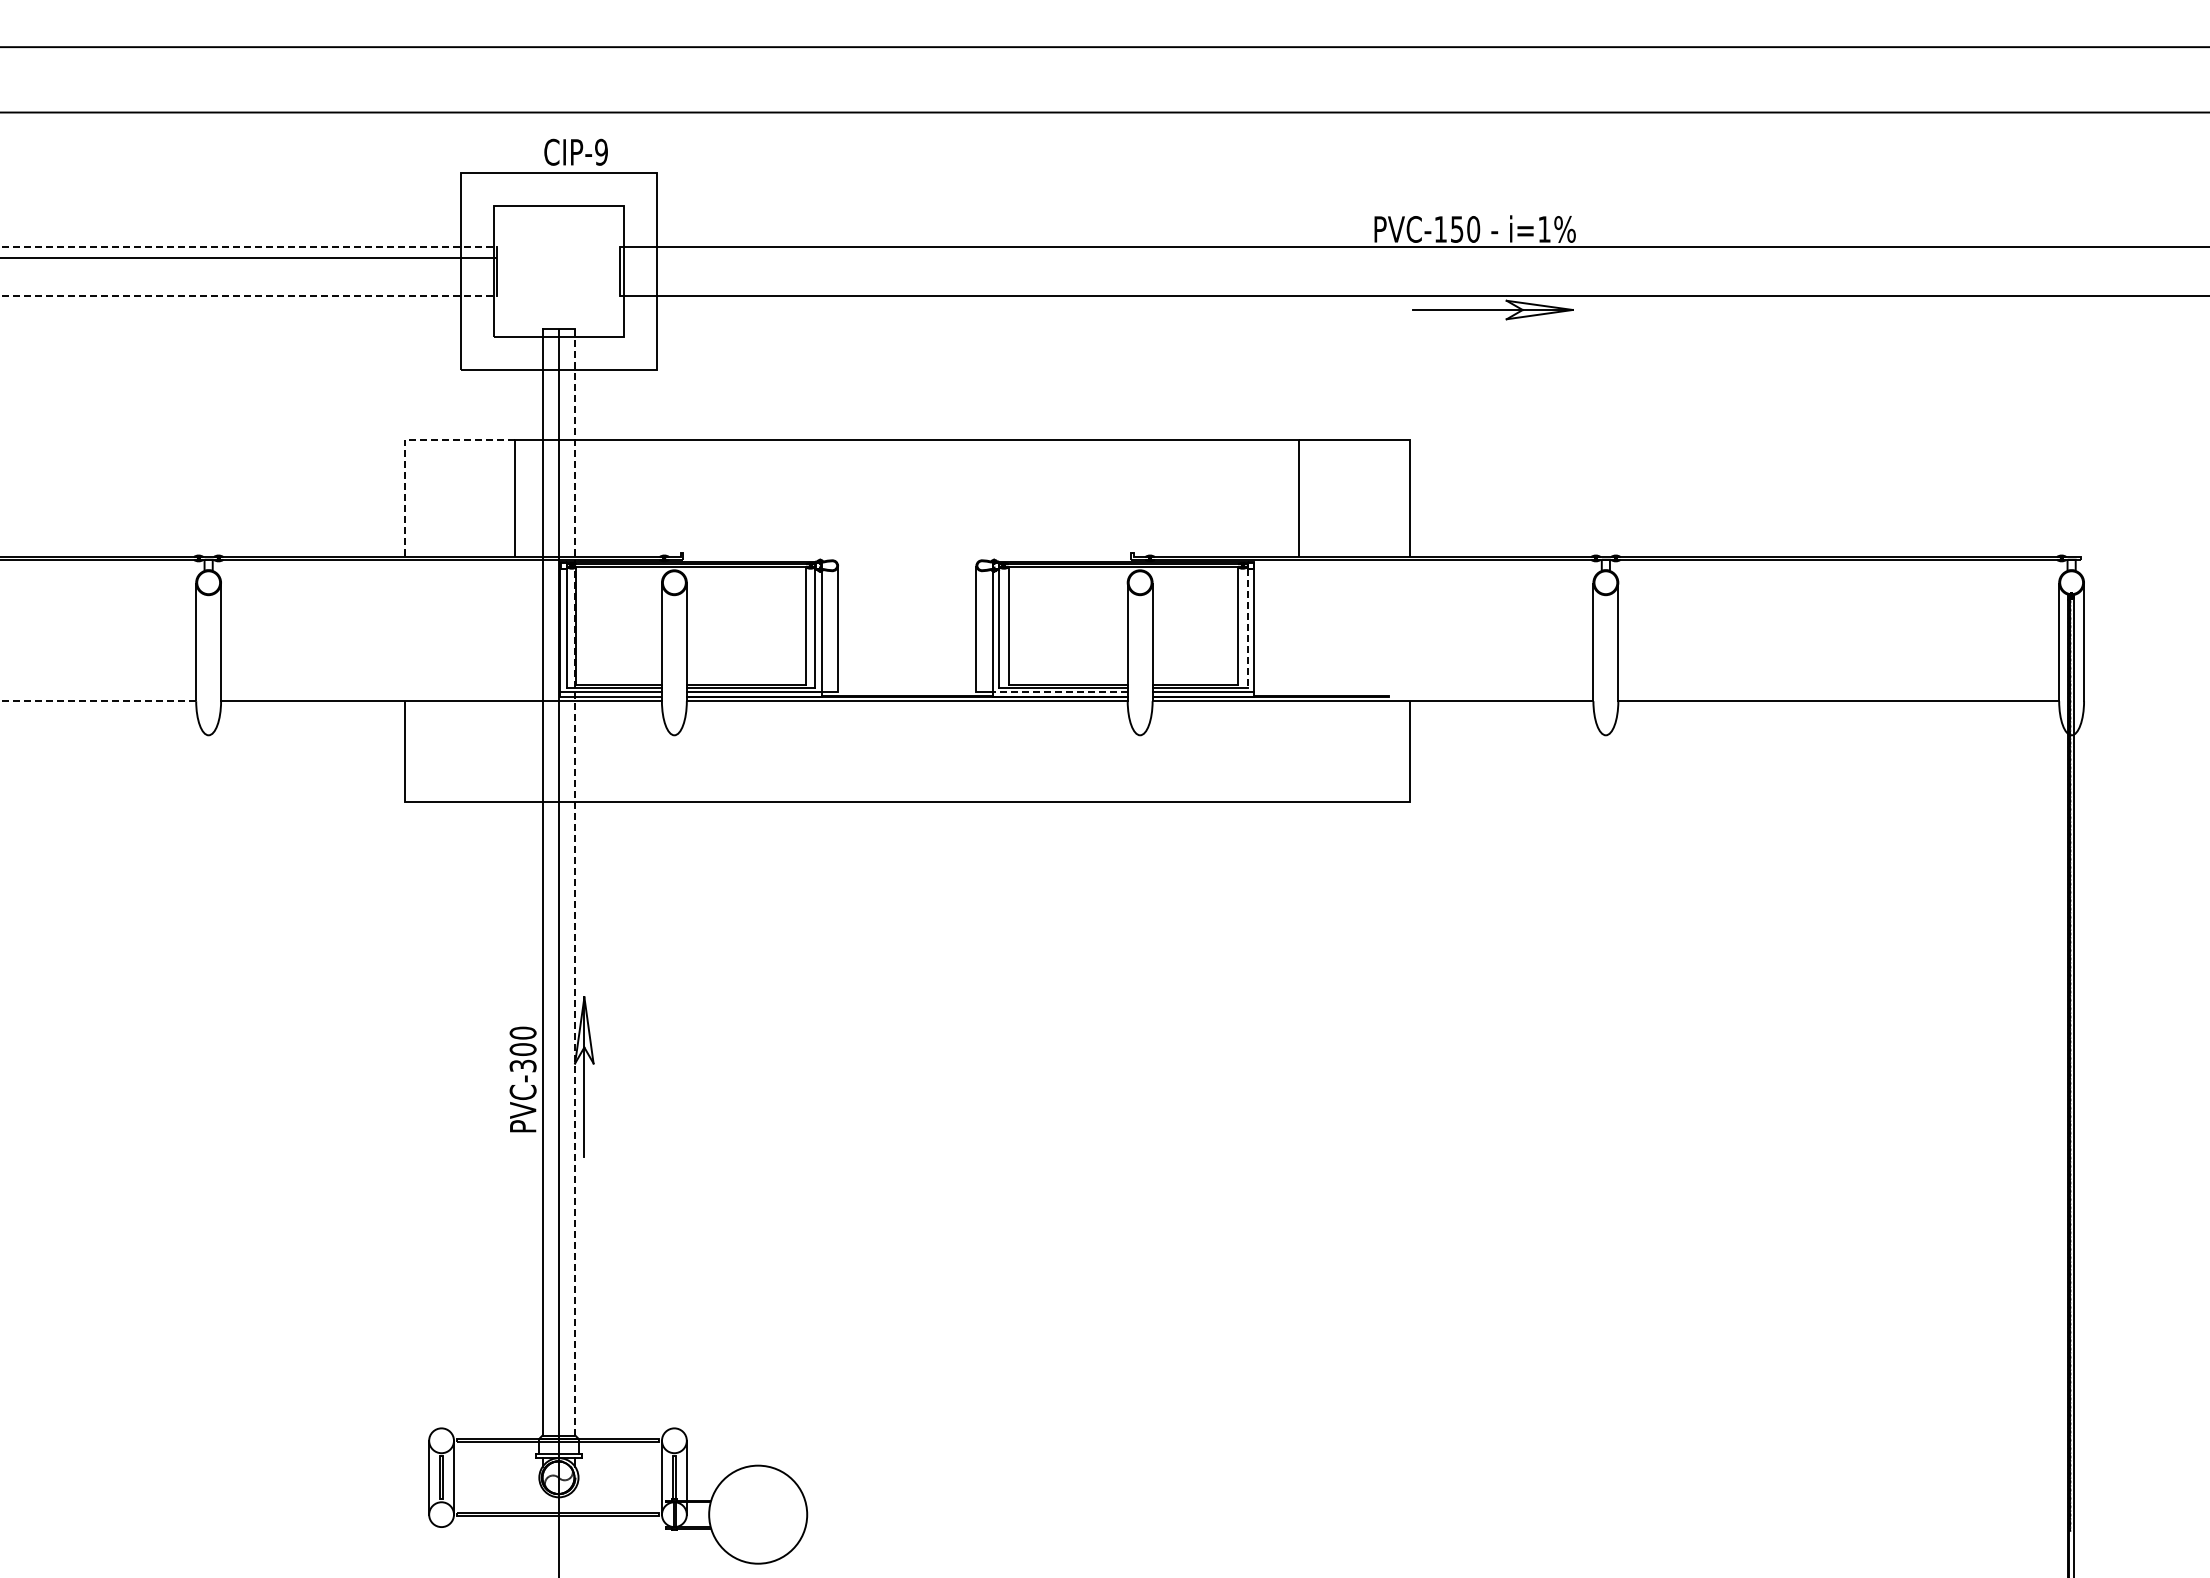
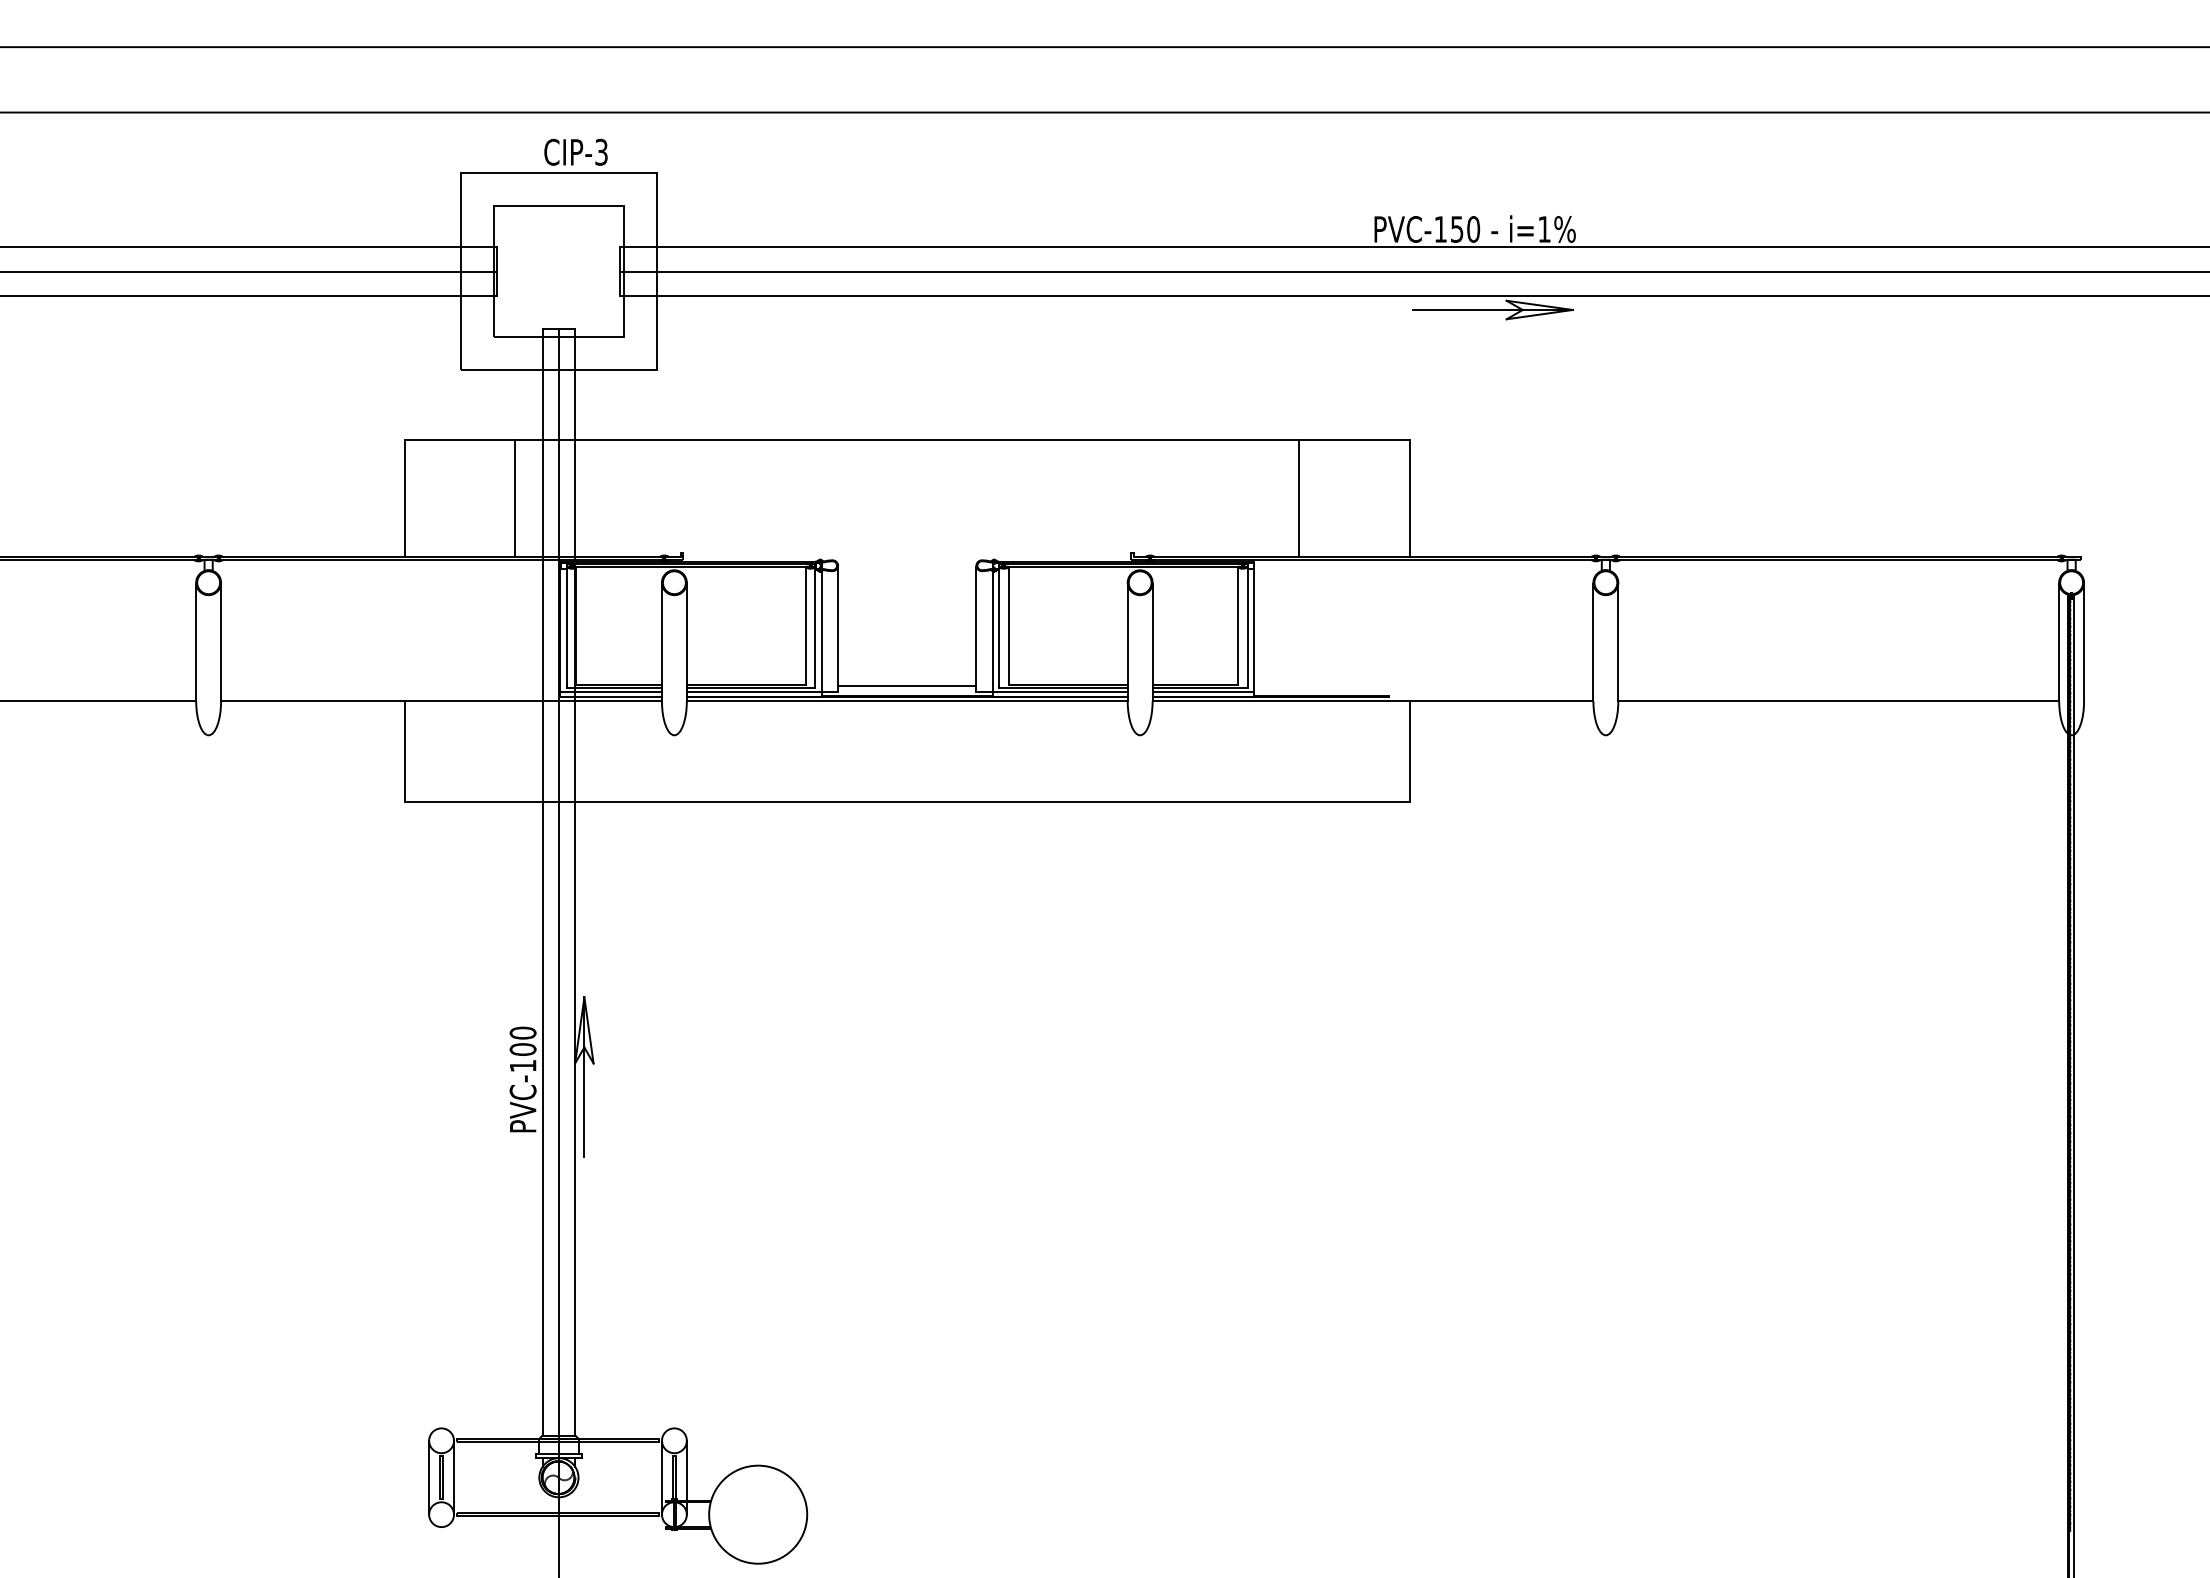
text at (601, 152): CIP-9 -> CIP-3
line at (249, 247): dashed -> solid
line at (249, 257) position: (249, 257) -> (249, 271)
line at (1413, 271): none -> present
line at (249, 296): dashed -> solid
line at (404, 442): dashed -> solid
line at (1247, 628): dashed -> solid
line at (907, 685): none -> present
line at (1060, 692): dashed -> solid
line at (98, 701): dashed -> solid
line at (575, 881): dashed -> solid
text at (522, 1065): PVC-300 -> PVC-100
